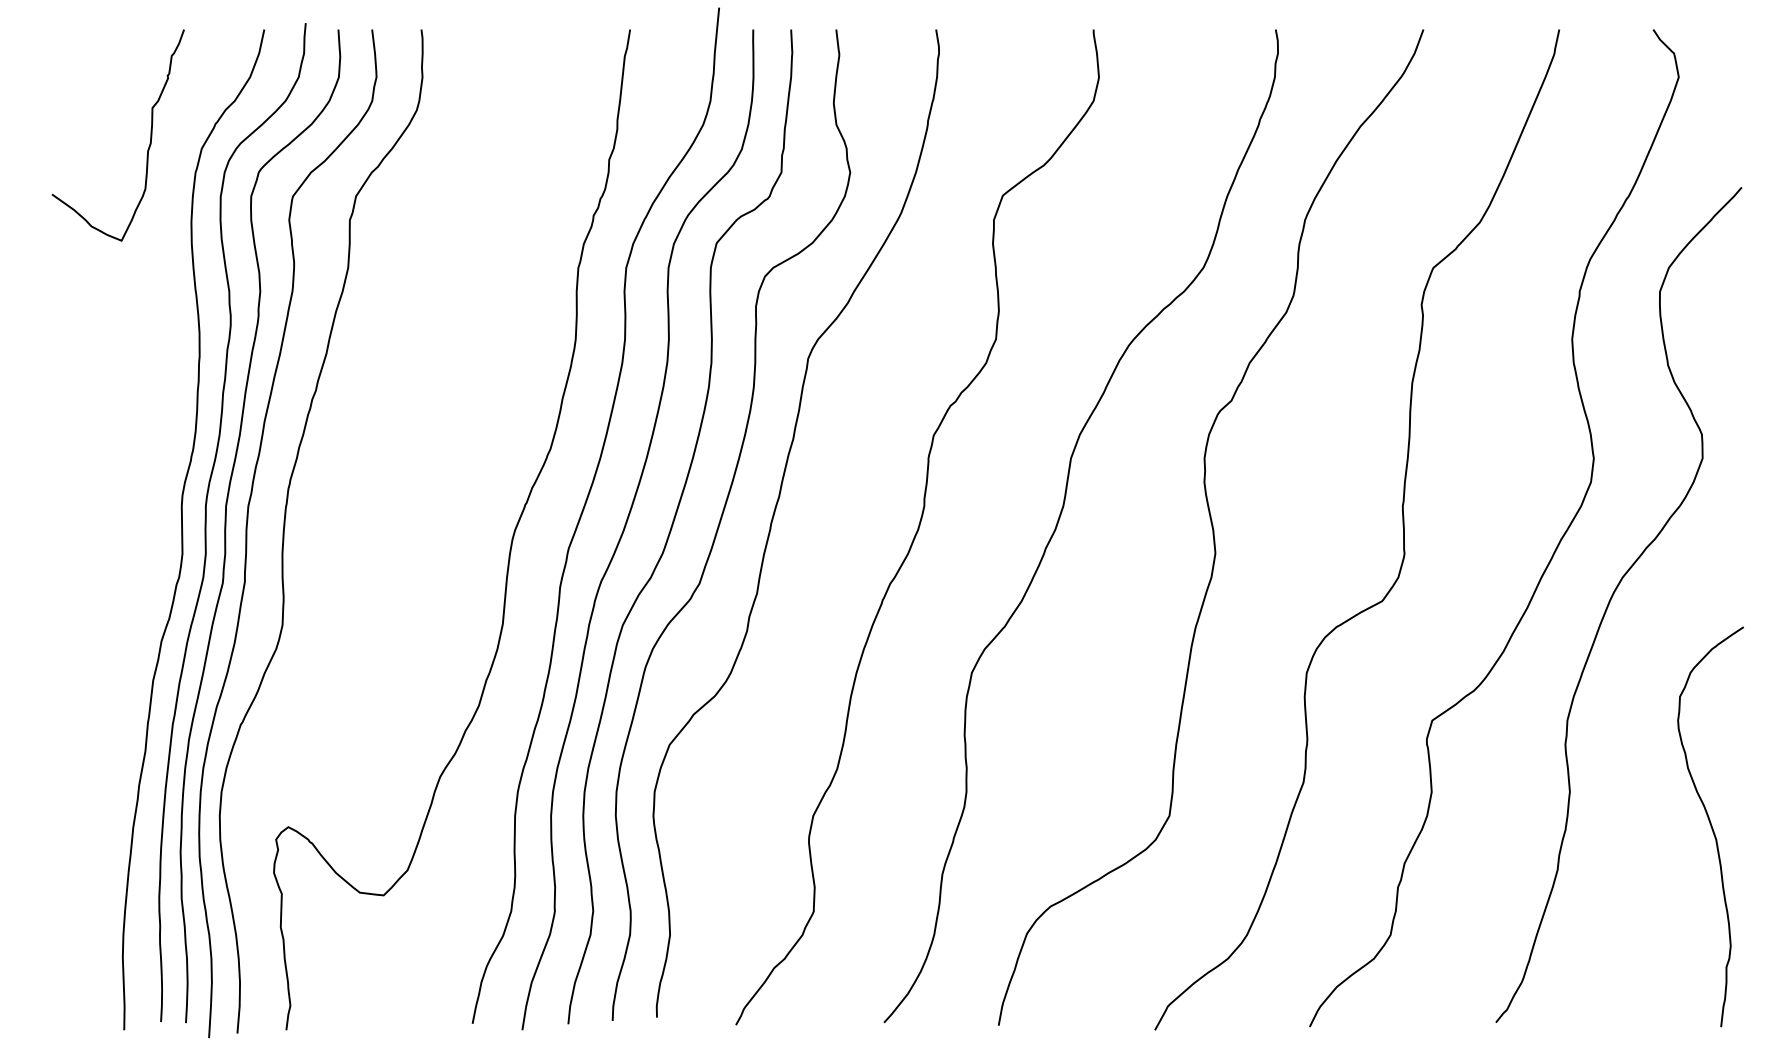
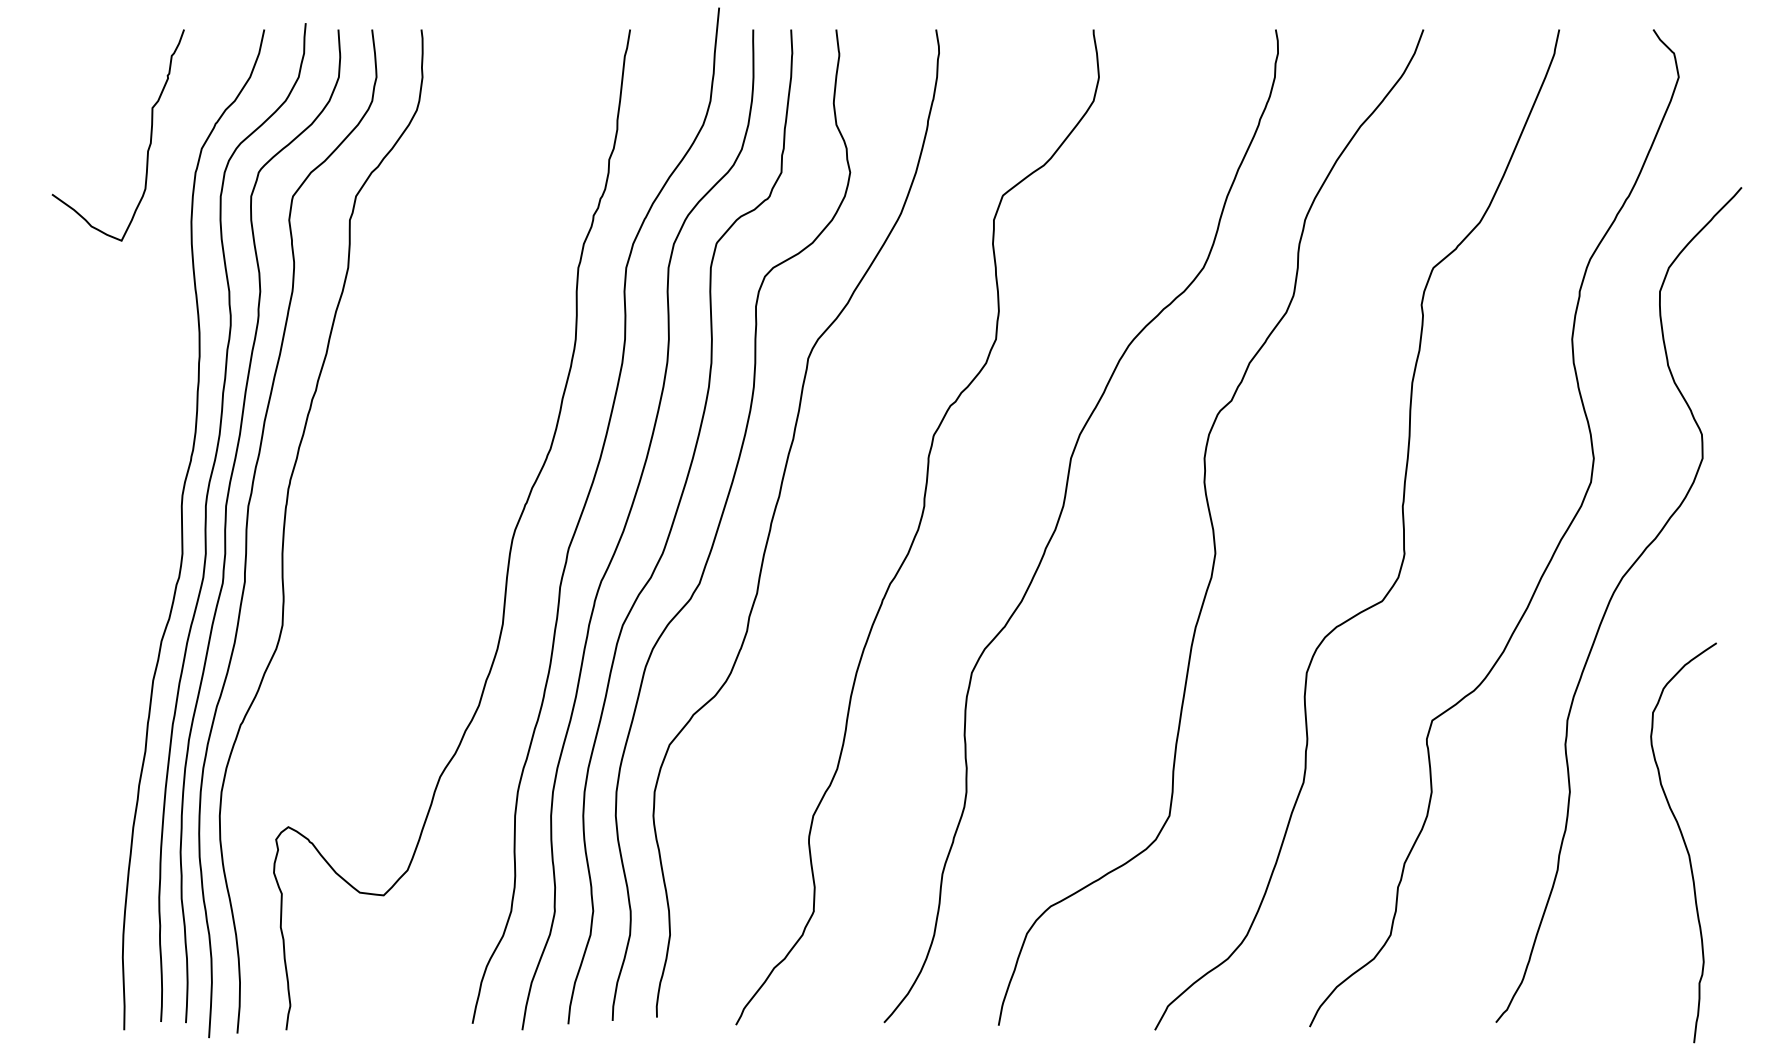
curve at (1710, 826) position: (1710, 826) -> (1683, 842)
